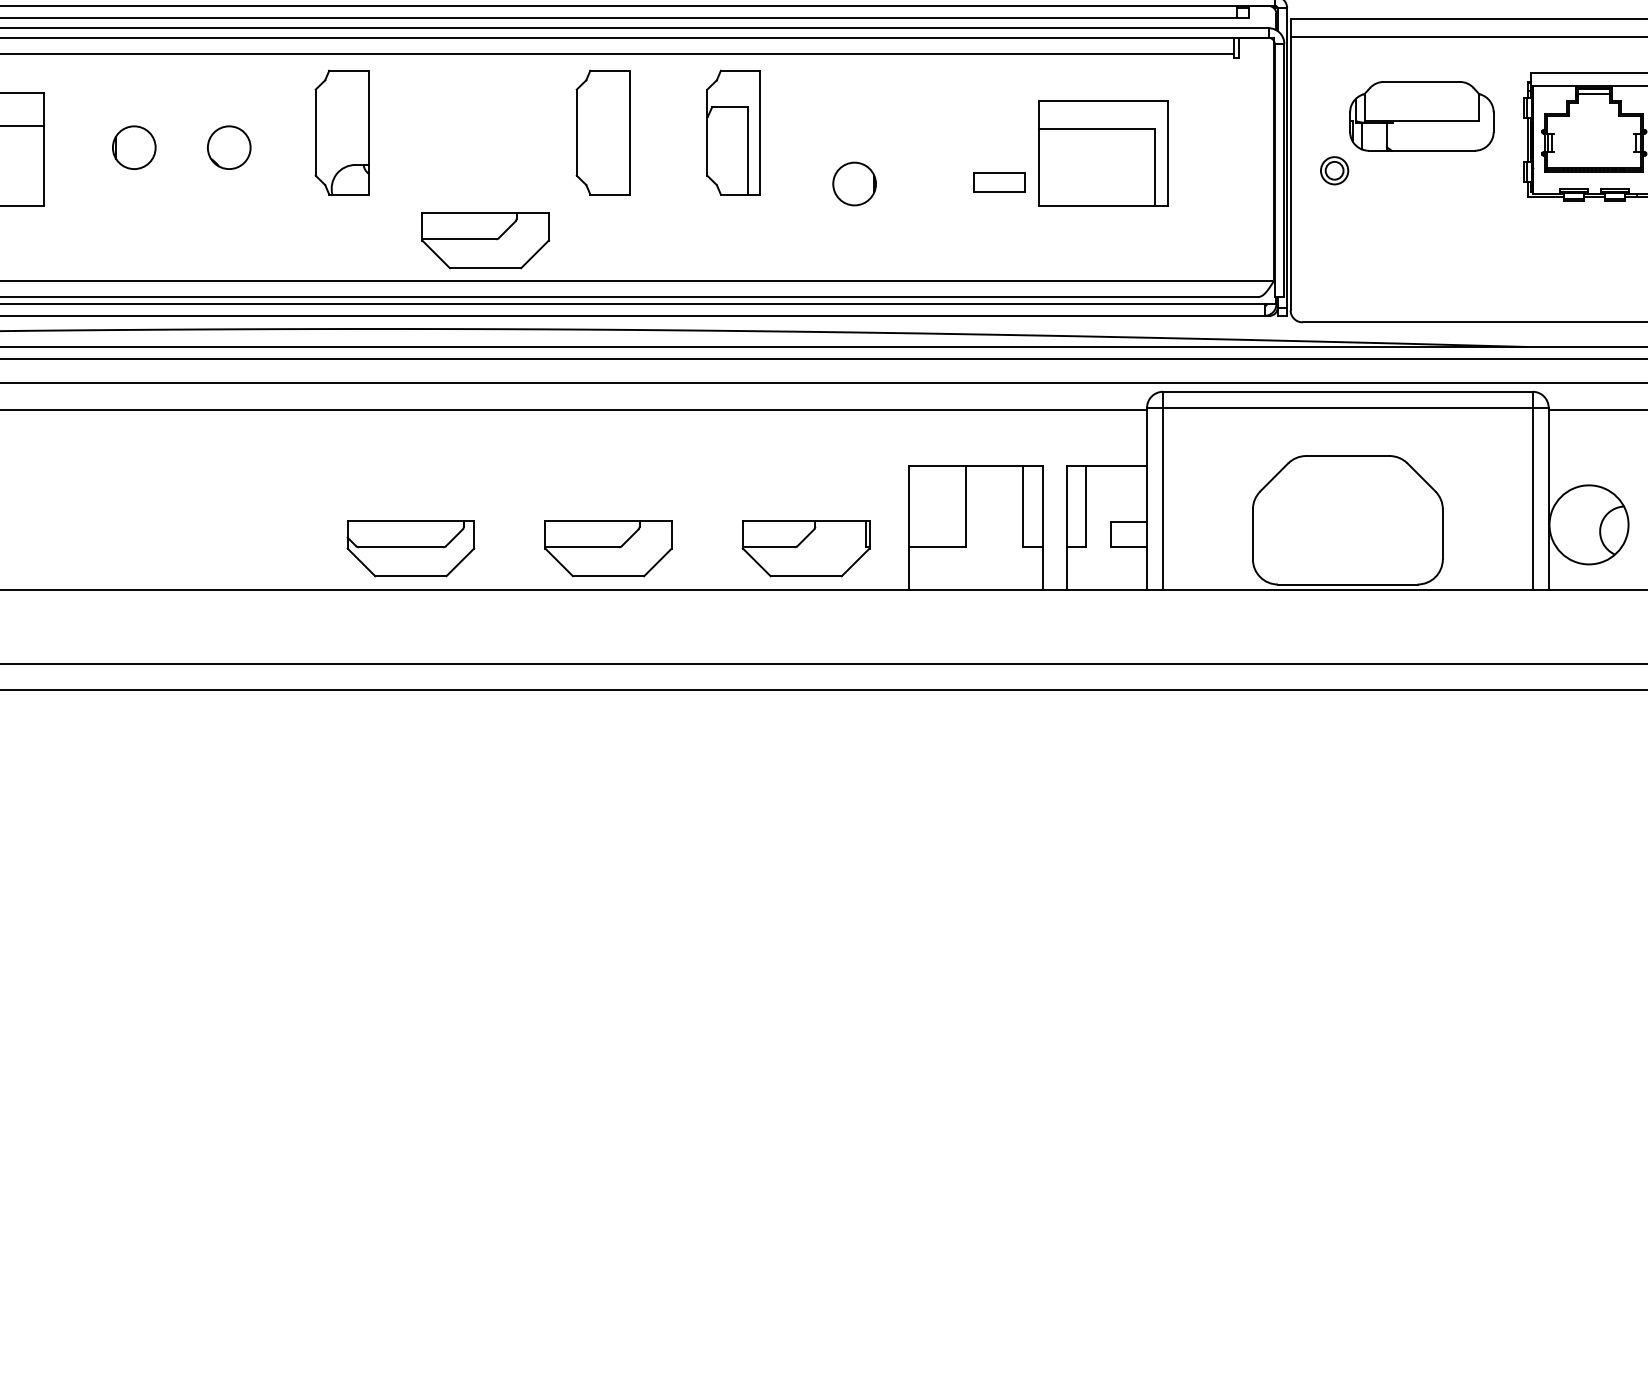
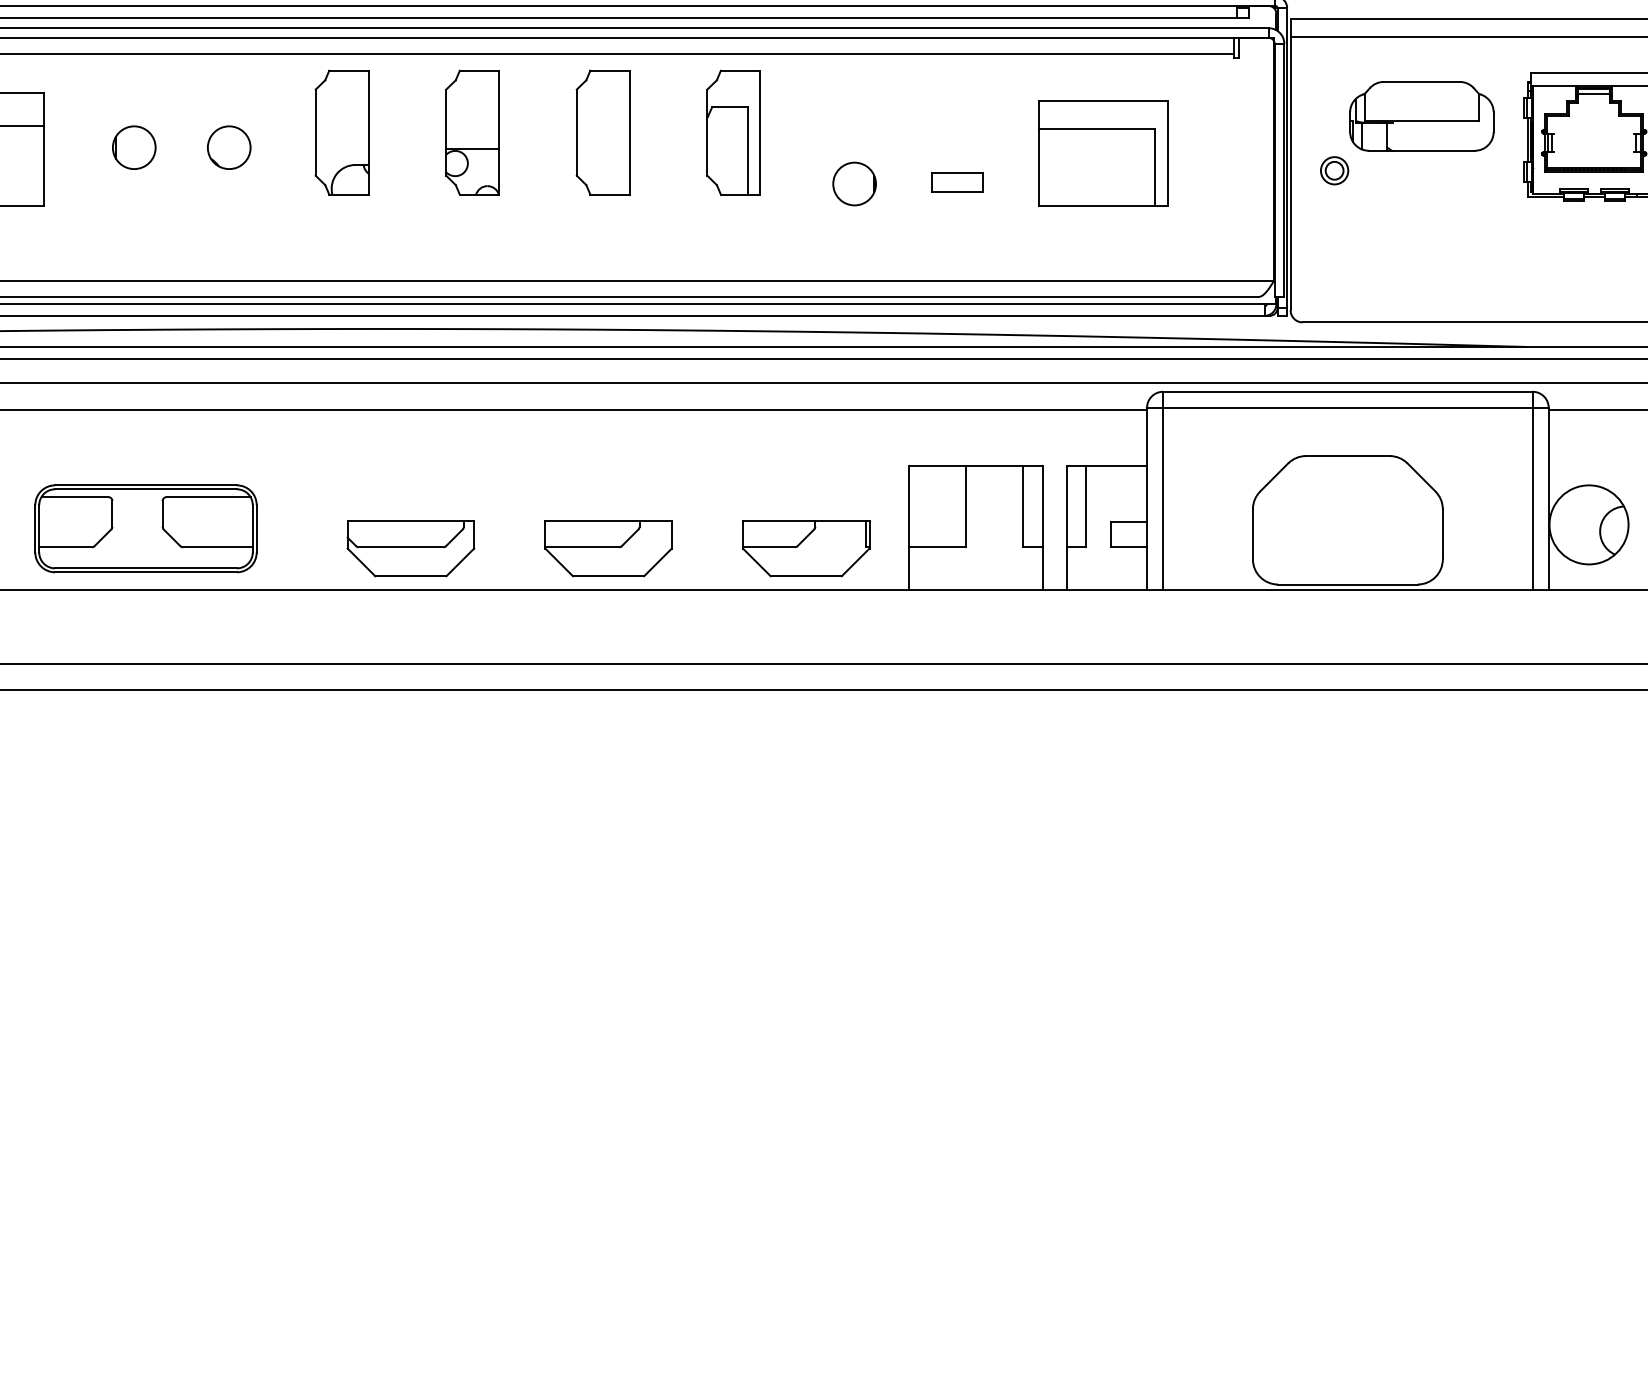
part at (472, 132): none -> present
part at (999, 182) position: (999, 182) -> (957, 182)
part at (485, 240): present -> none
part at (145, 528): none -> present
